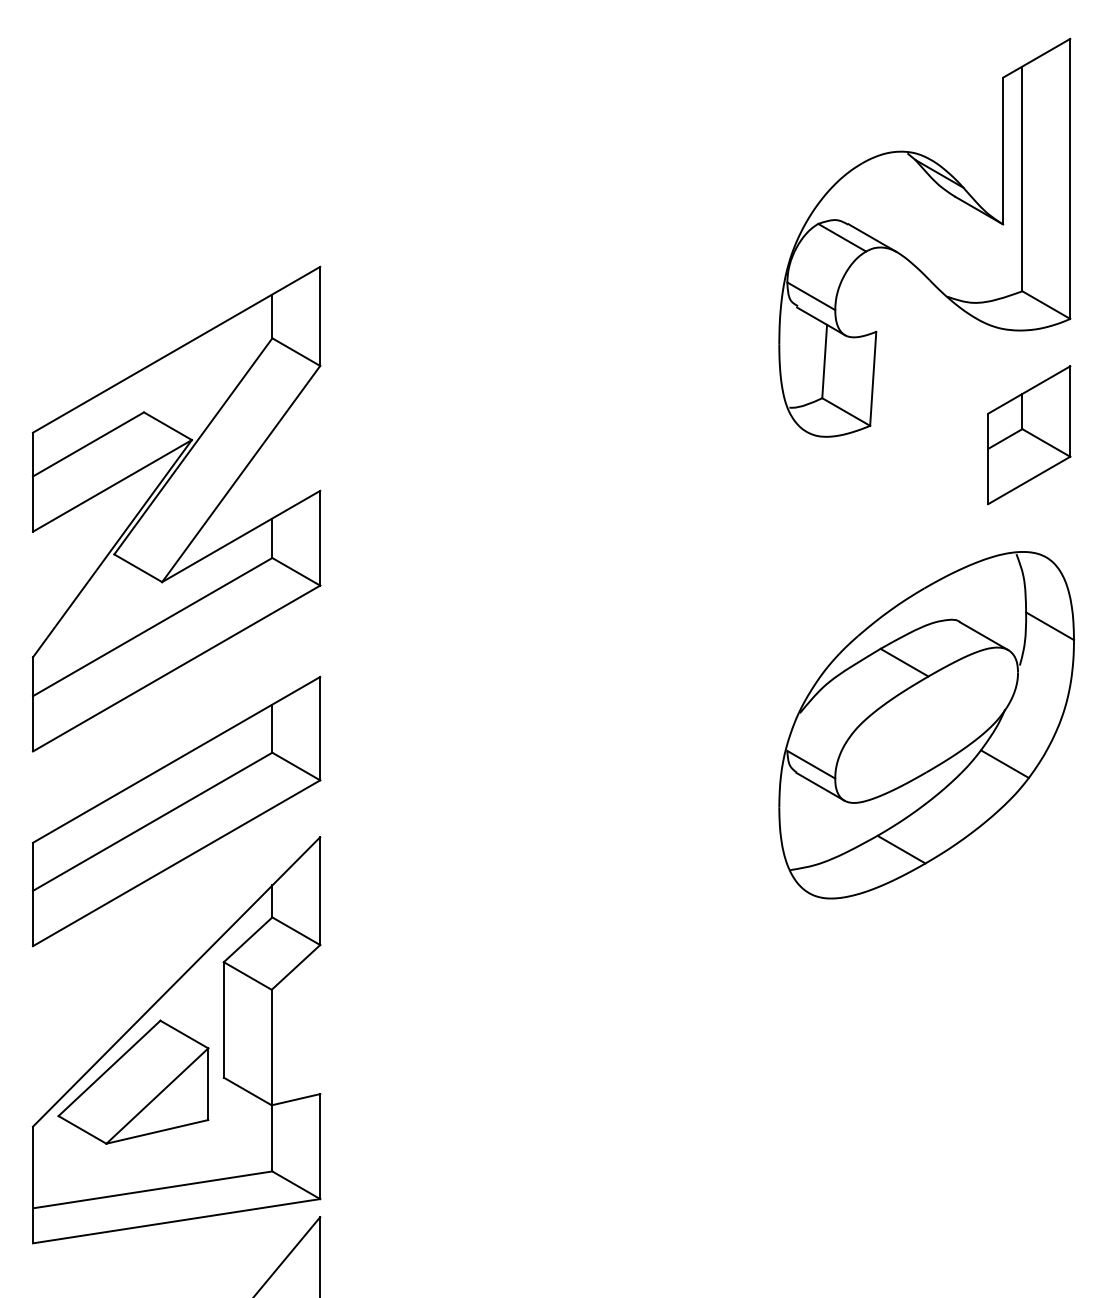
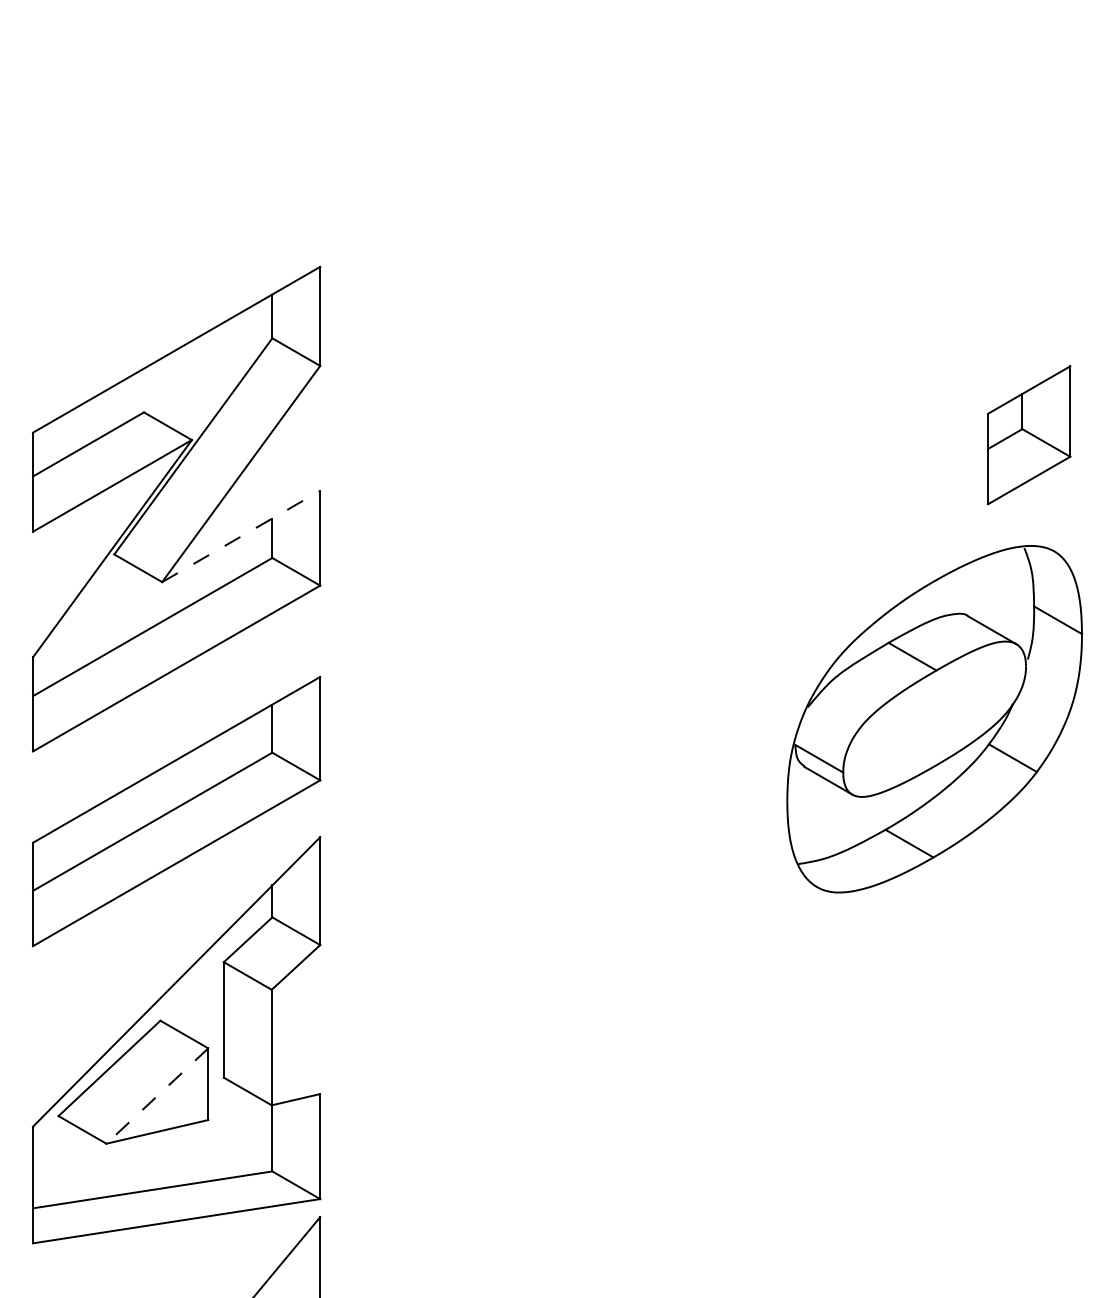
part at (924, 237): present -> none
line at (241, 536): solid -> dashed
part at (926, 725) position: (926, 725) -> (934, 719)
line at (157, 1096): solid -> dashed
